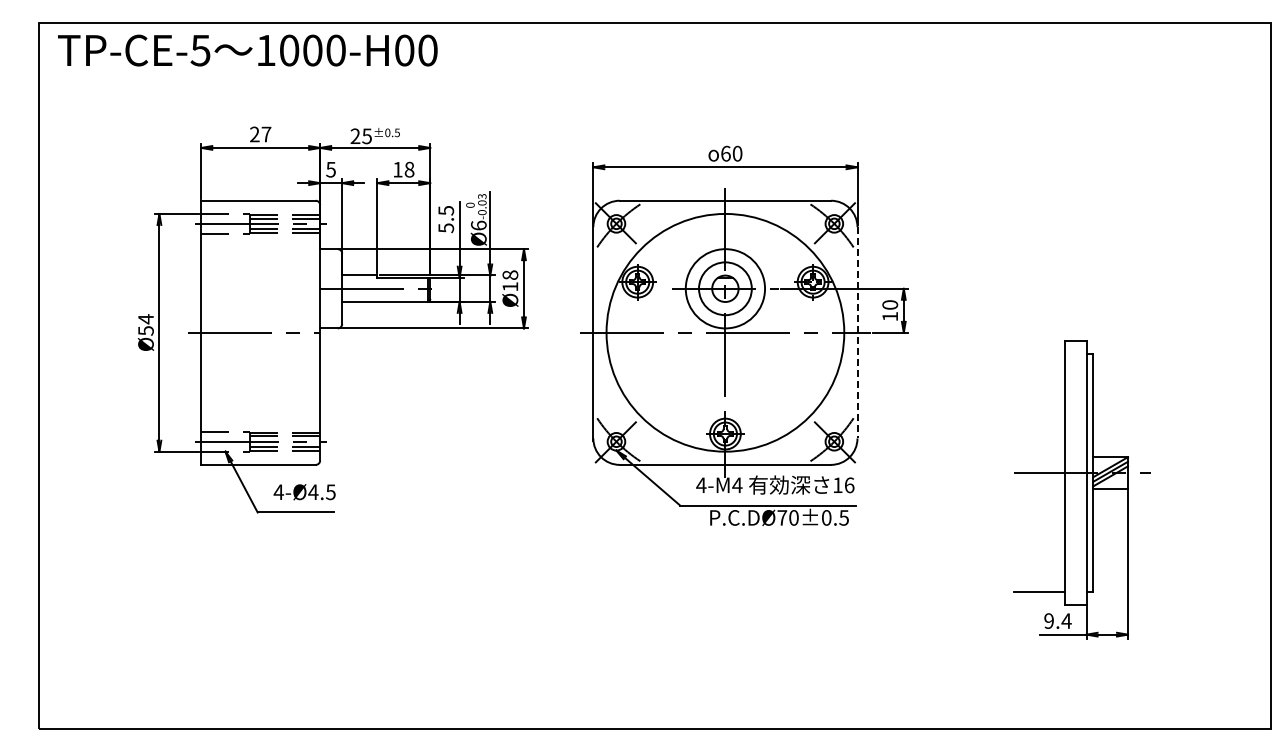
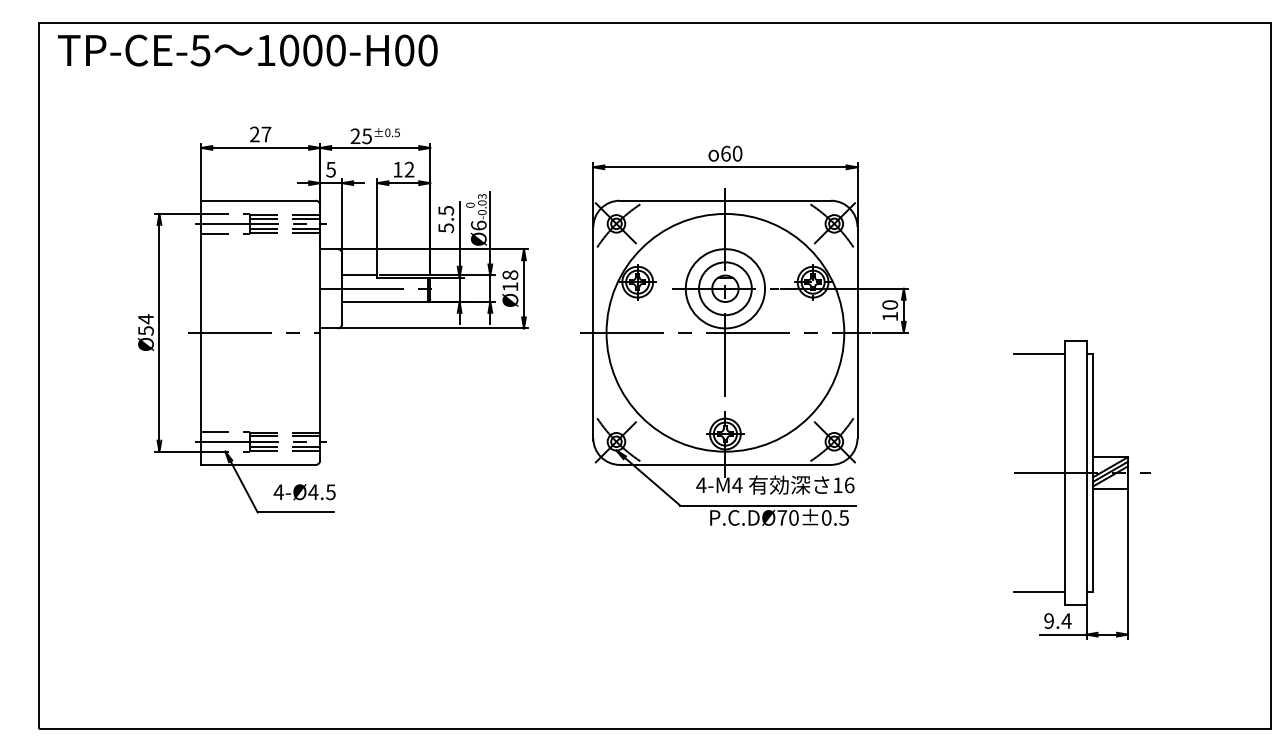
text at (409, 169): 18 -> 12
line at (857, 332): dashed -> solid
line at (1039, 354): none -> present
